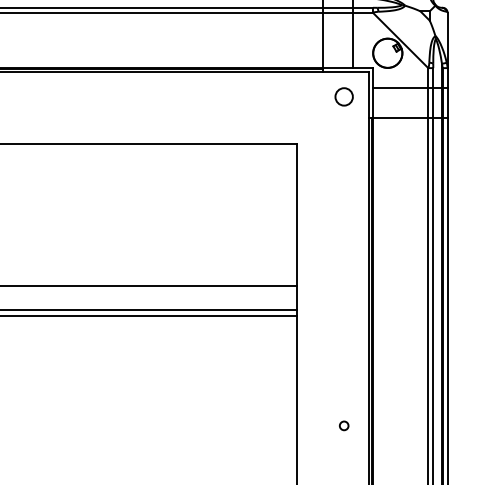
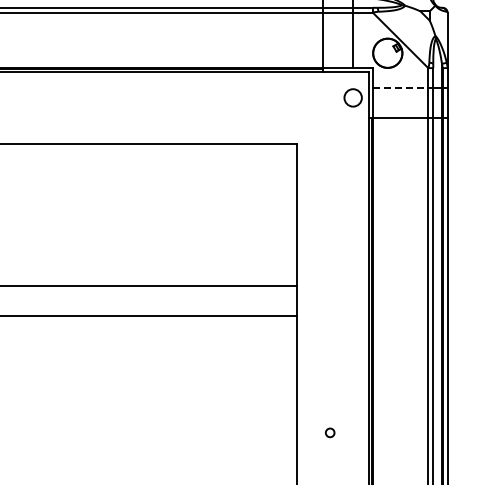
line at (400, 88): solid -> dashed
circle at (343, 96) position: (343, 96) -> (352, 97)
line at (149, 309): present -> none
circle at (344, 425) position: (344, 425) -> (330, 432)
